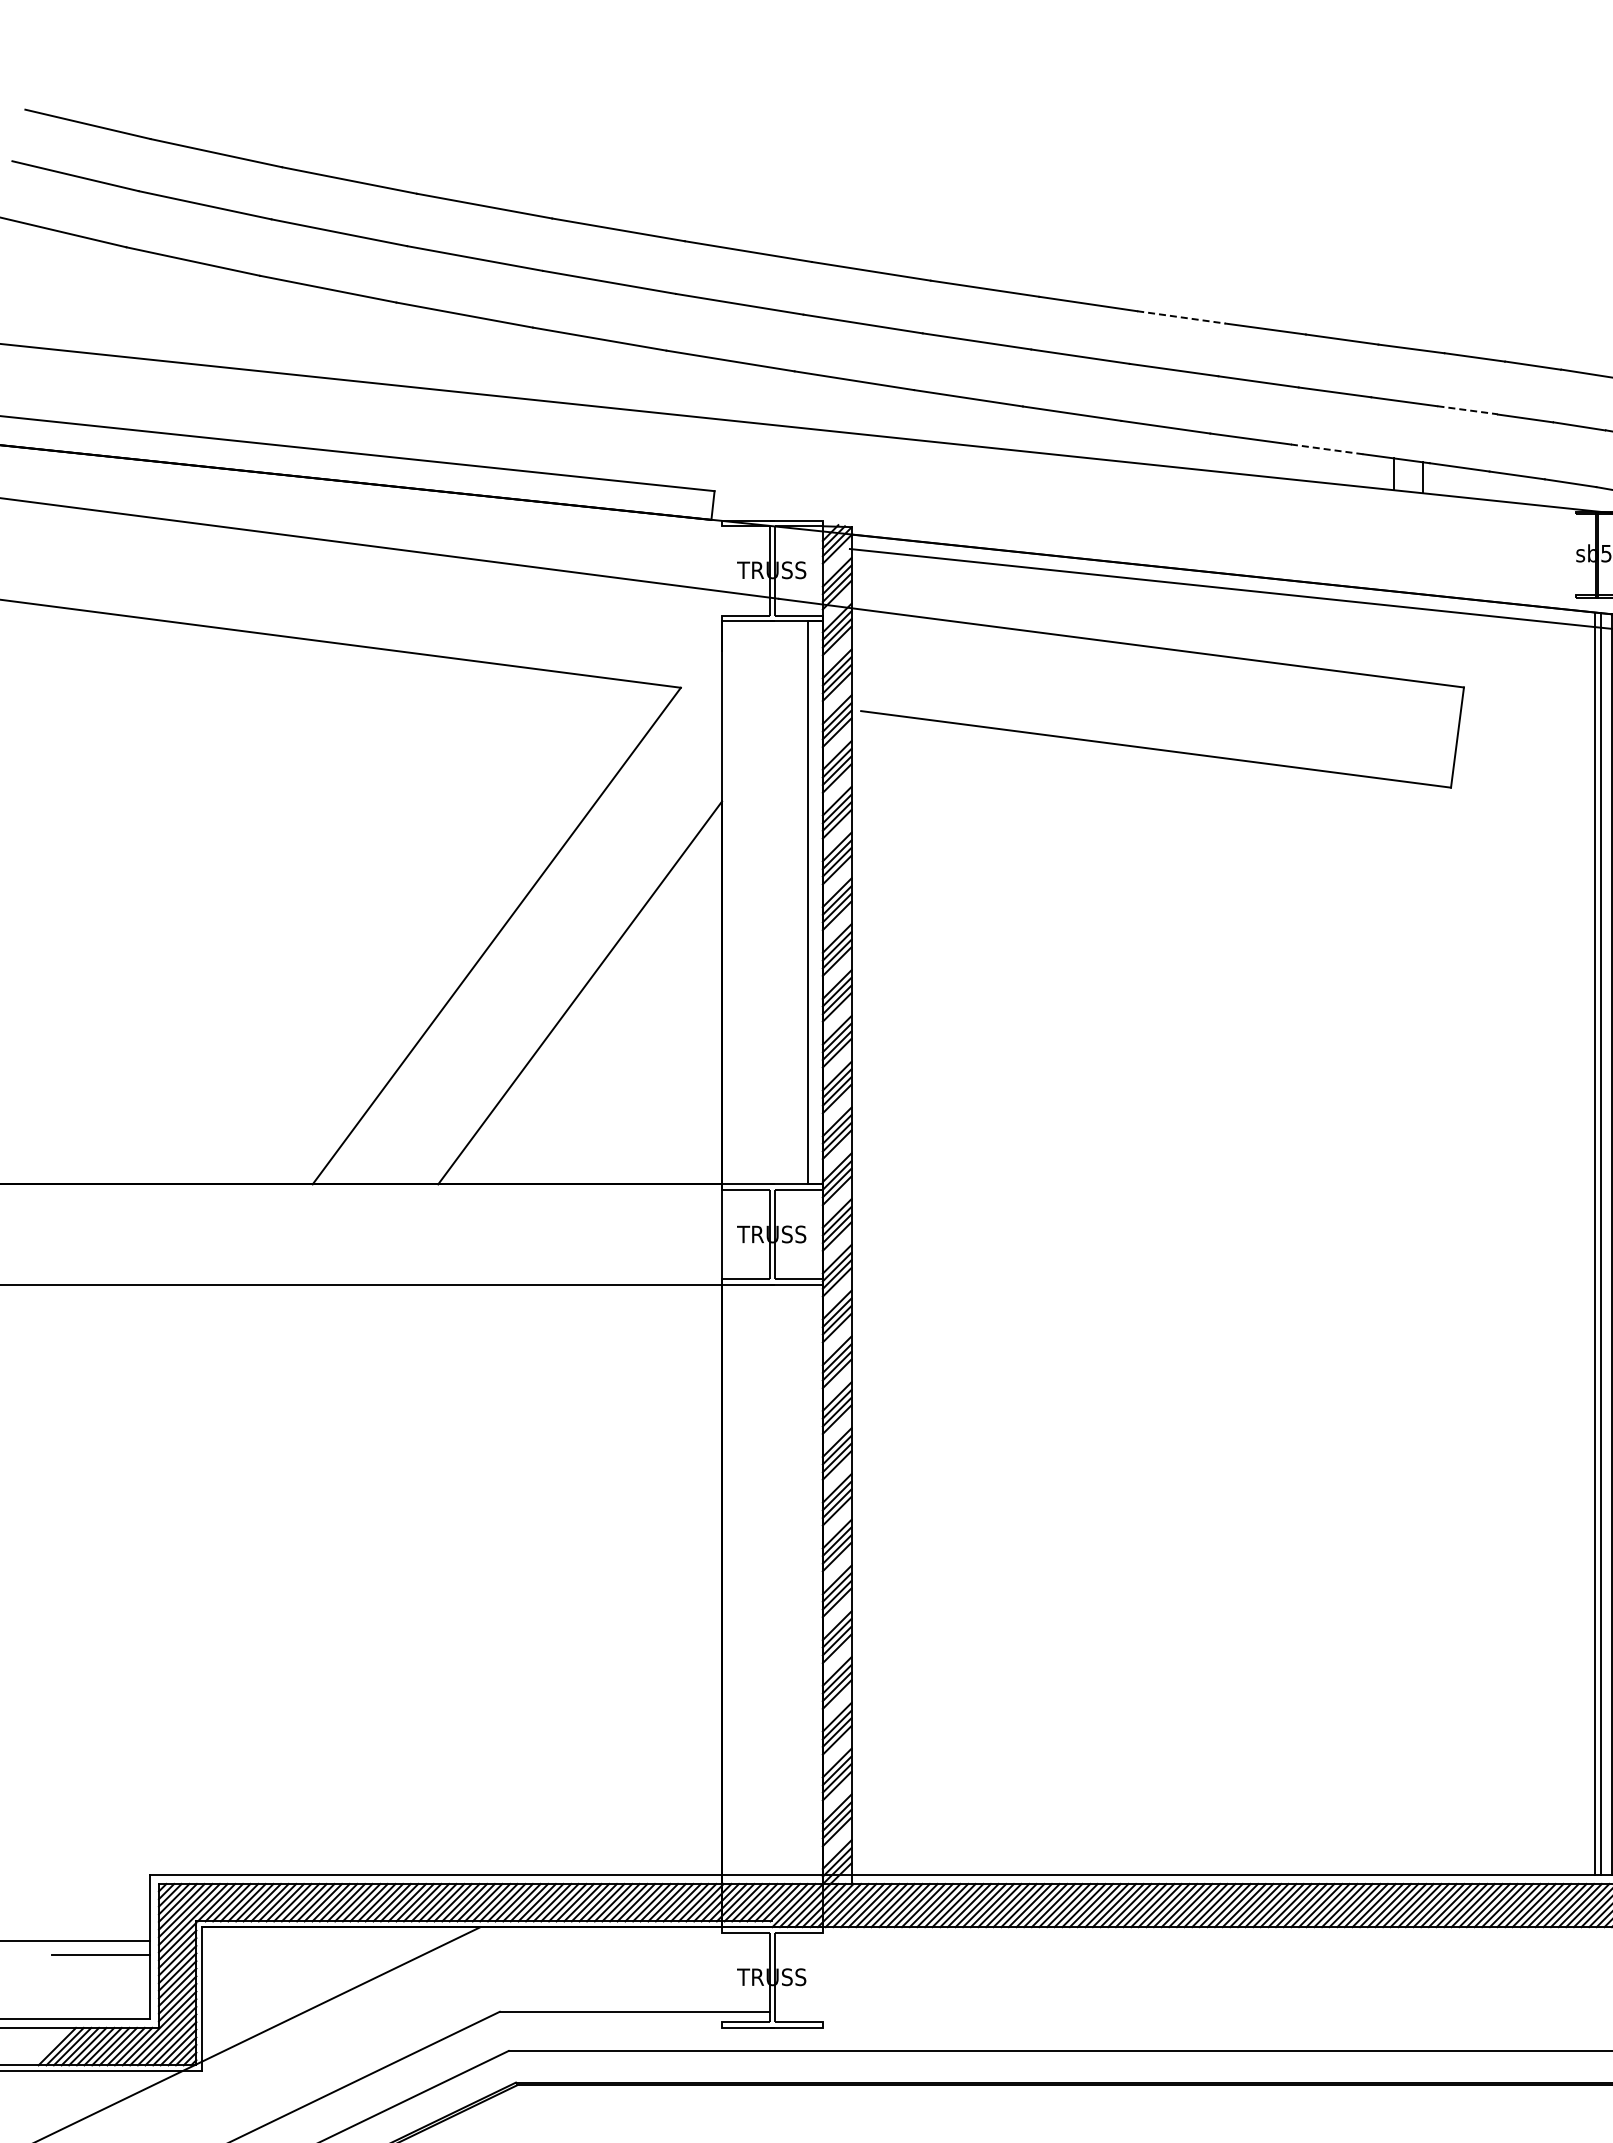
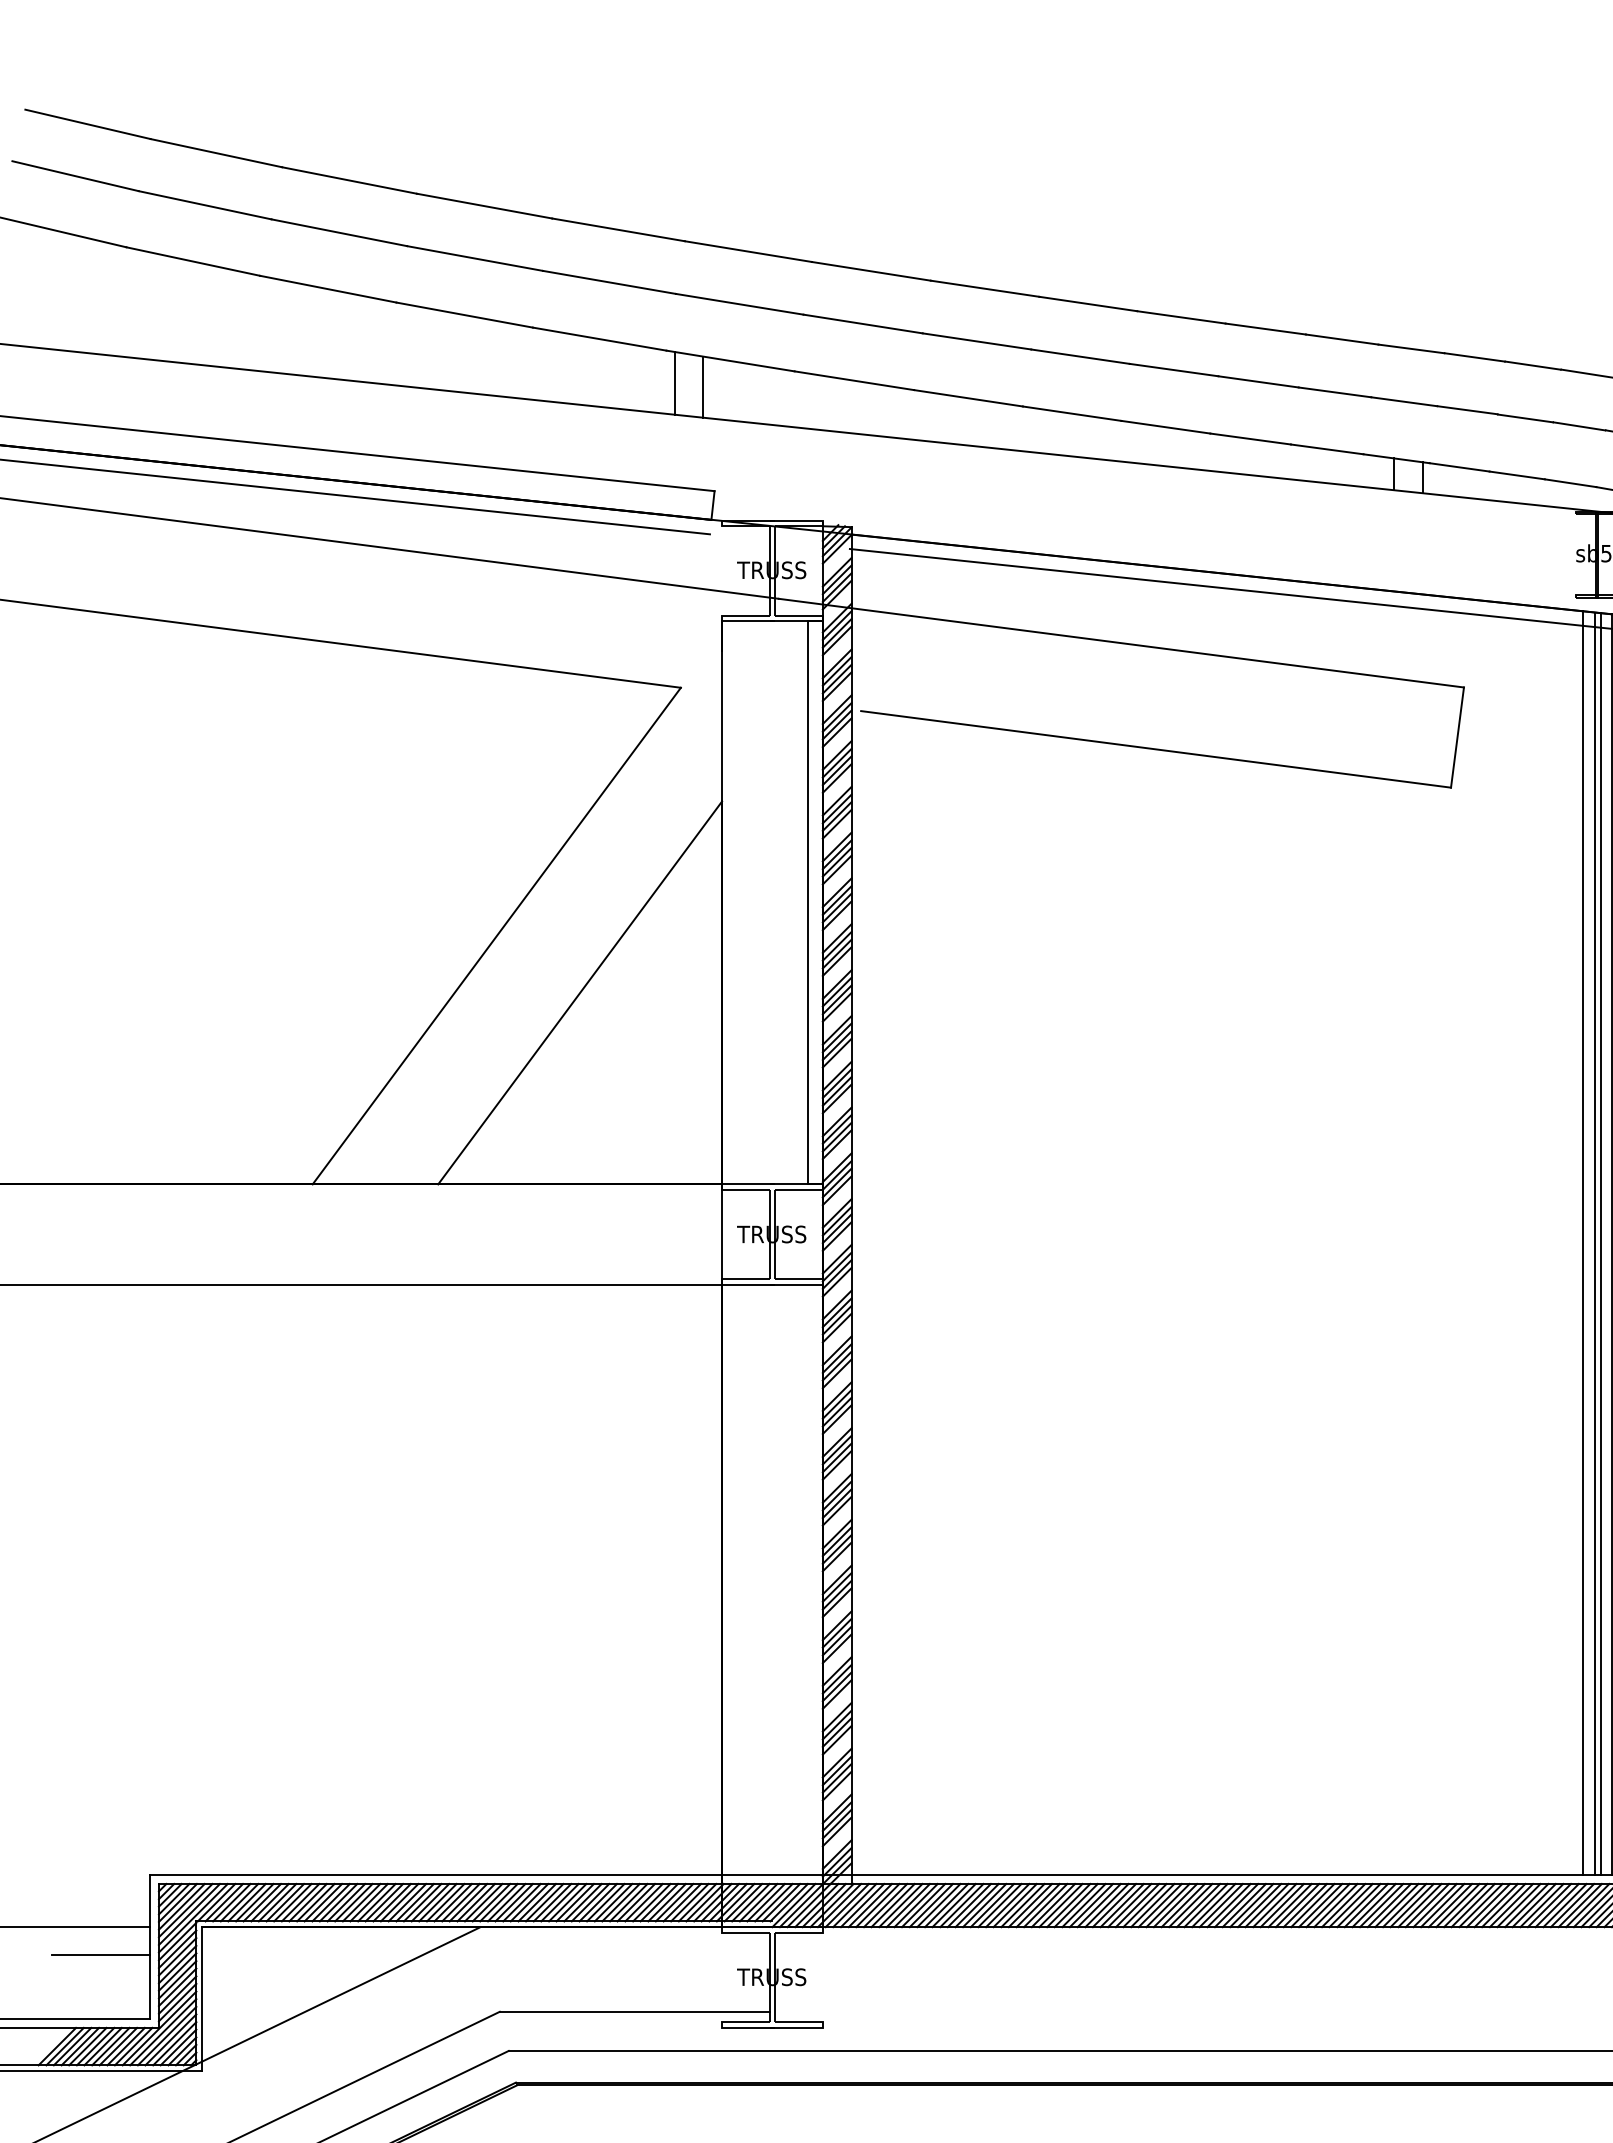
line at (1181, 317): dashed -> solid
line at (674, 382): none -> present
line at (703, 386): none -> present
line at (1468, 410): dashed -> solid
line at (1327, 449): dashed -> solid
line at (355, 496): none -> present
line at (1583, 1243): none -> present
line at (76, 1941) position: (76, 1941) -> (76, 1927)
